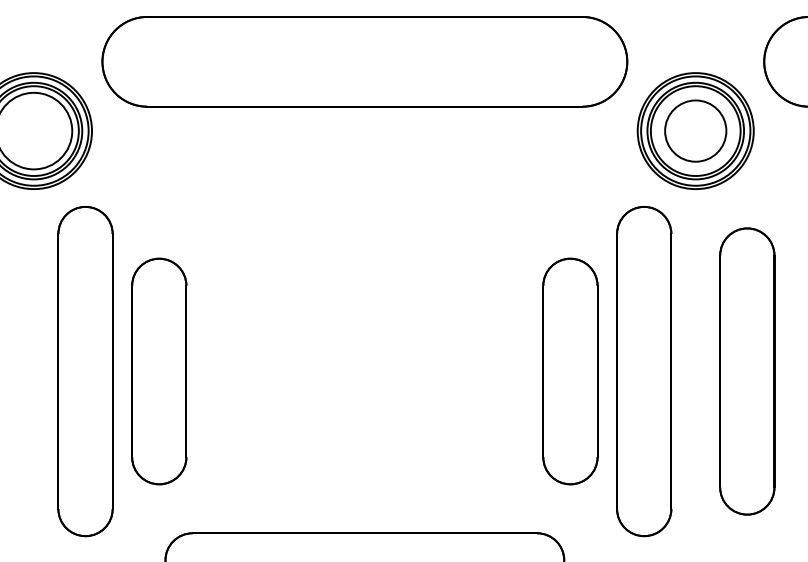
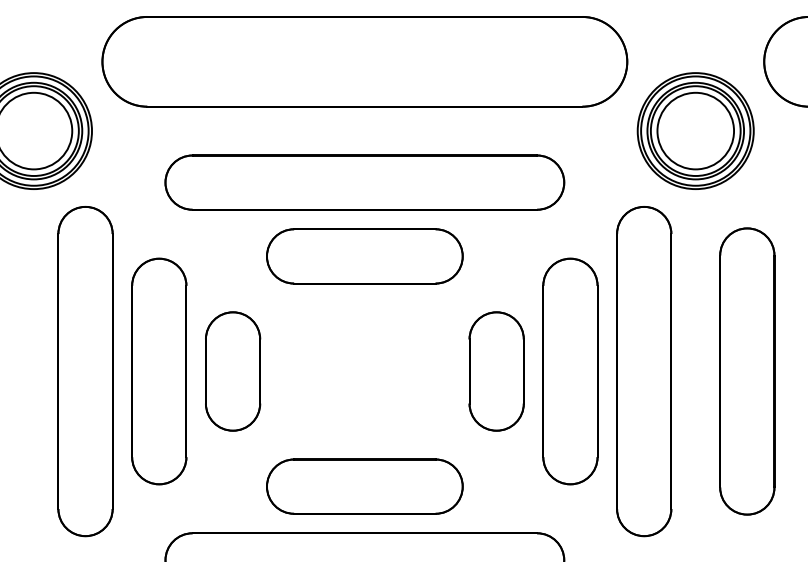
circle at (695, 130) diameter: 61 px -> 77 px
part at (364, 182): none -> present
part at (364, 256): none -> present
part at (233, 371): none -> present
part at (496, 371): none -> present
part at (364, 486): none -> present
